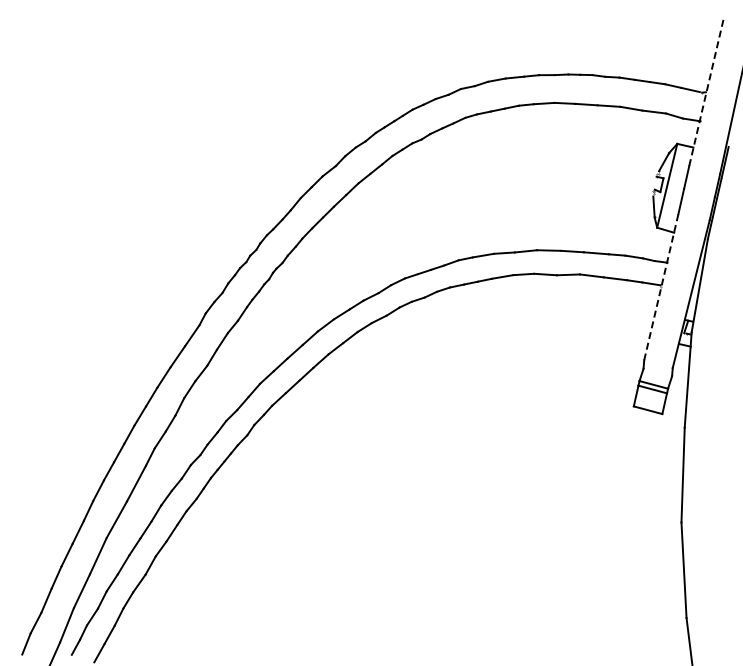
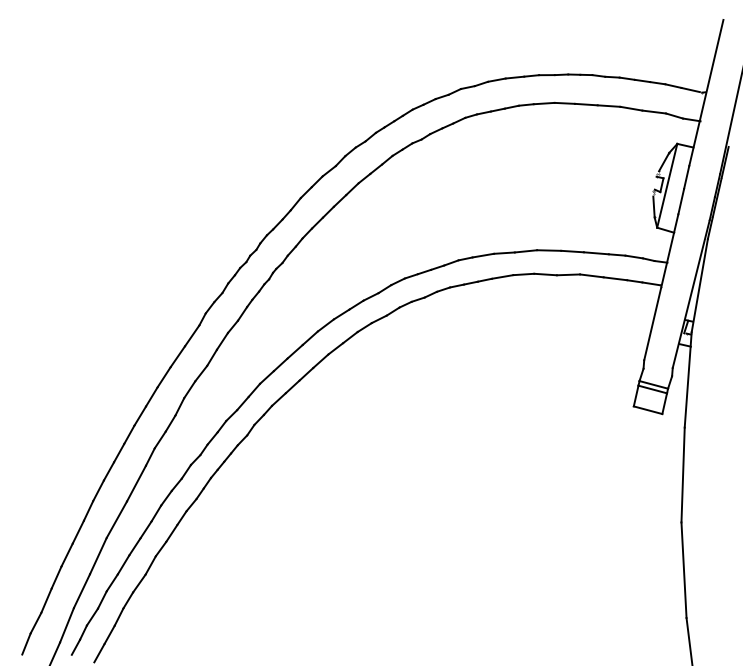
line at (706, 92): dashed -> solid
line at (661, 287): dashed -> solid
